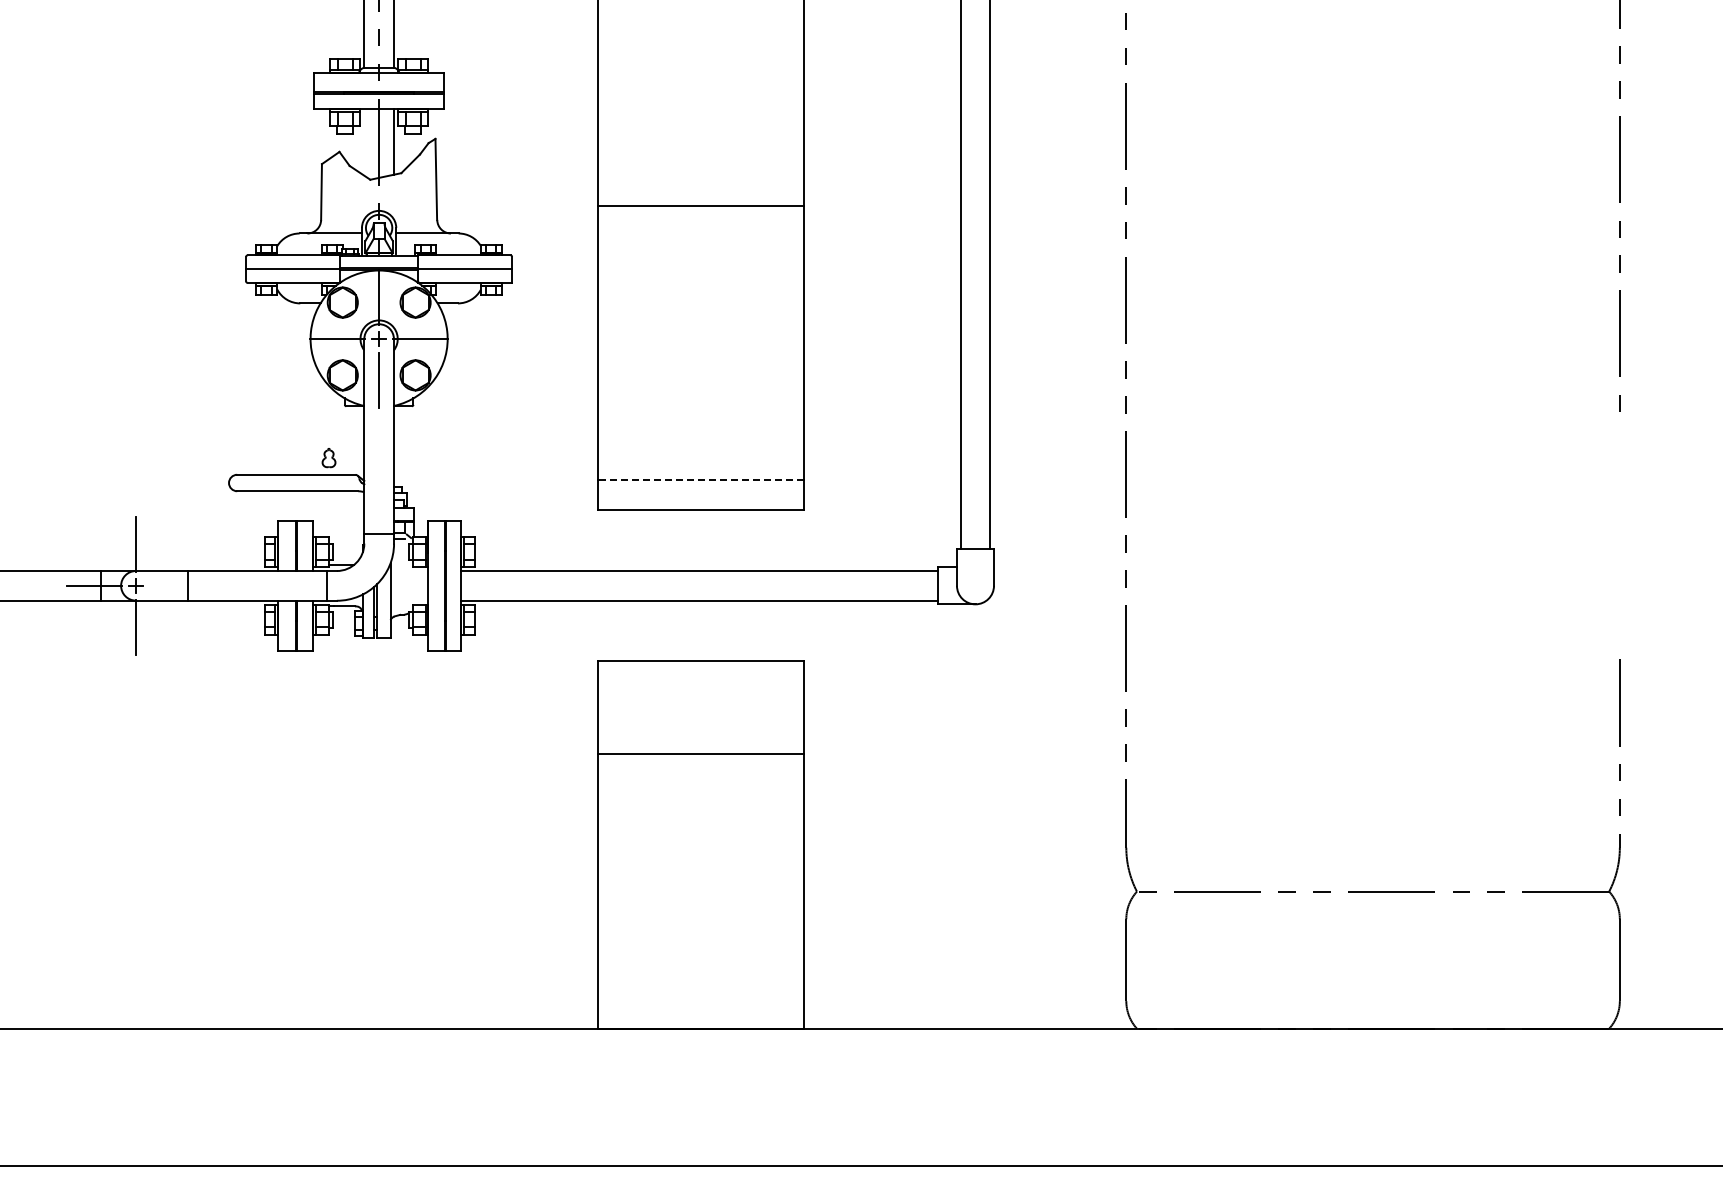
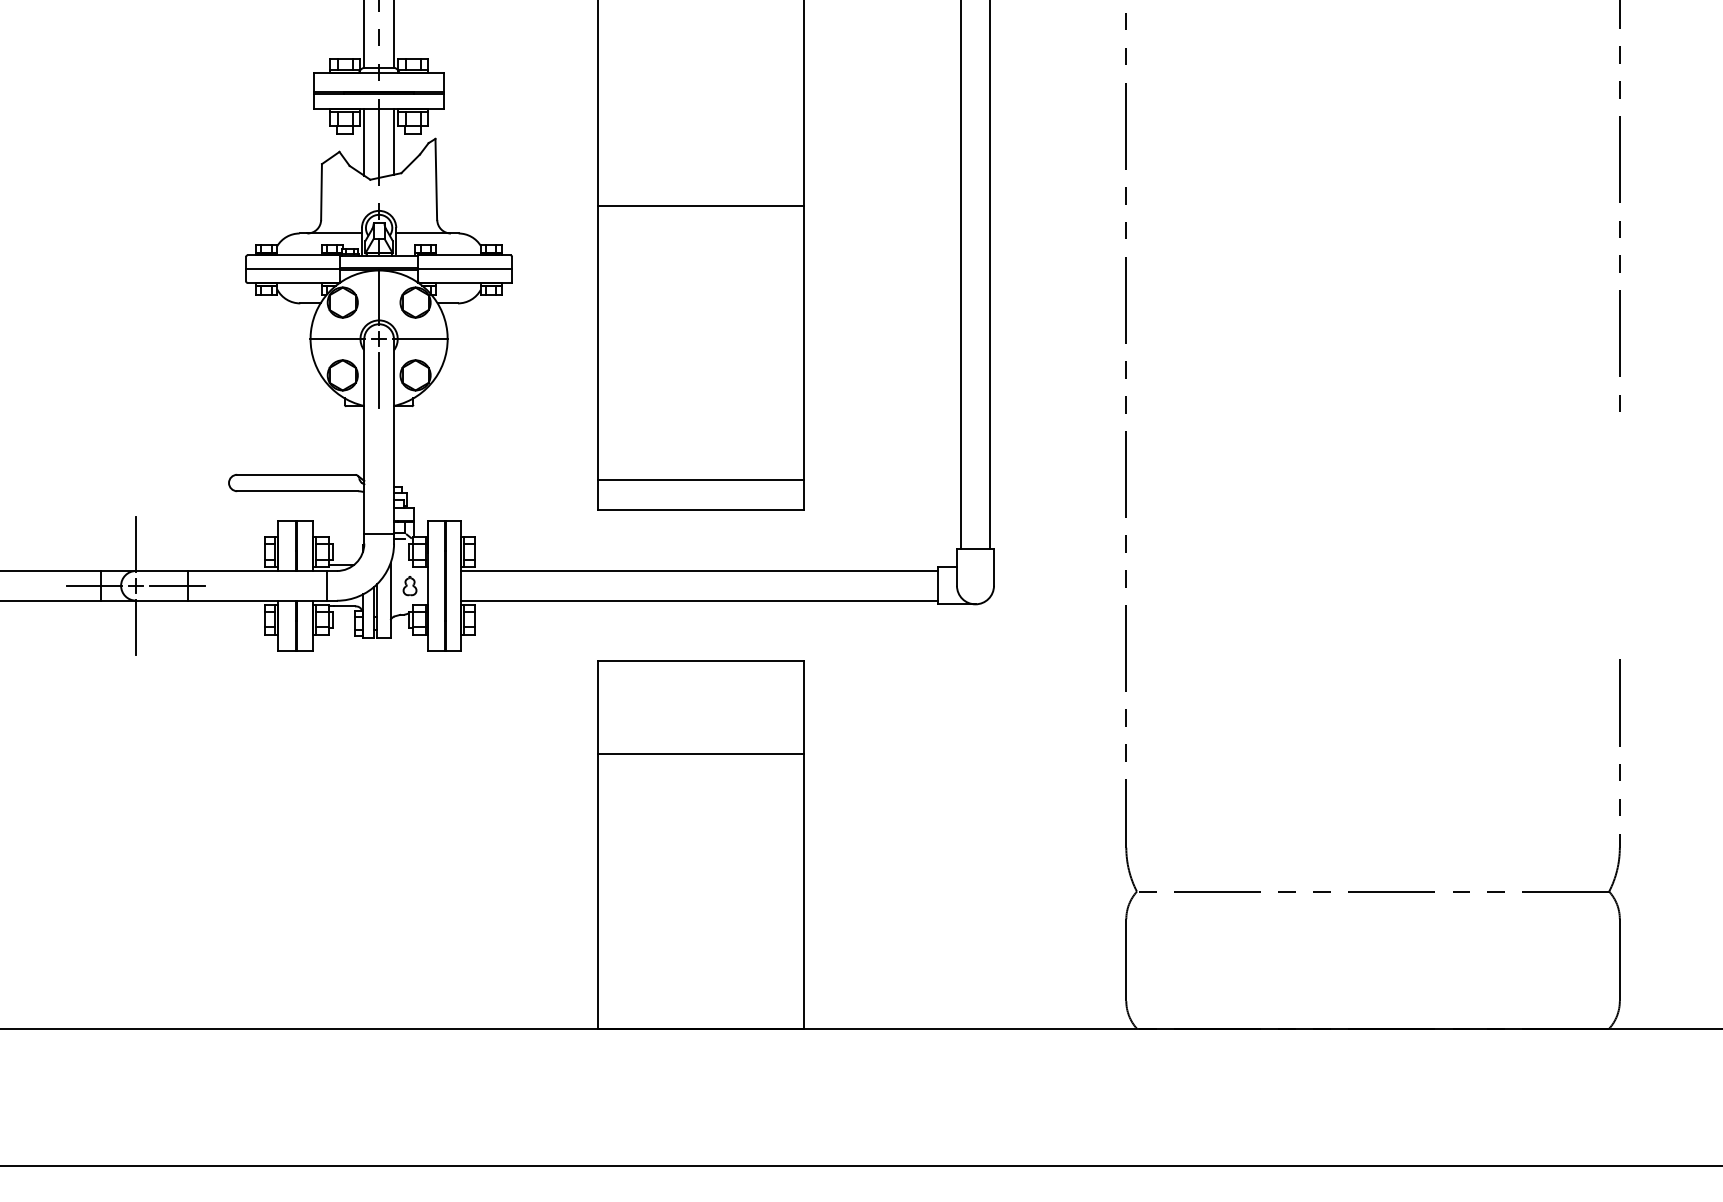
line at (364, 141): none -> present
part at (328, 458) position: (328, 458) -> (409, 586)
line at (701, 480): dashed -> solid
line at (176, 585): none -> present
